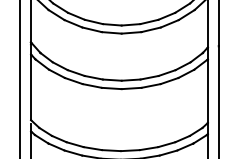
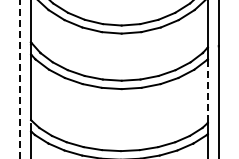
line at (19, 79): solid -> dashed
line at (207, 91): solid -> dashed
